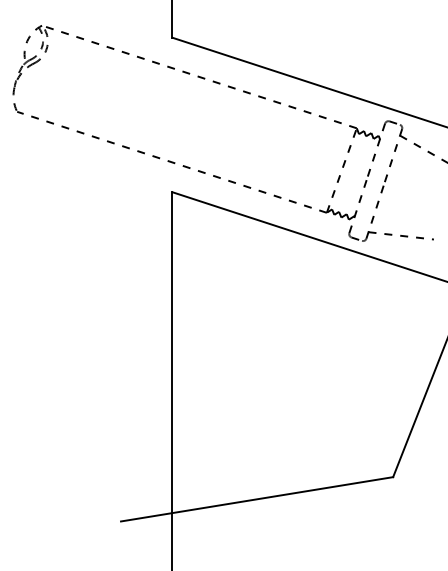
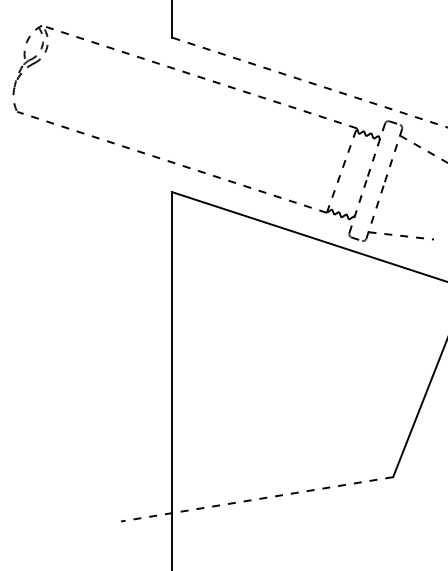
line at (310, 82): solid -> dashed
line at (257, 499): solid -> dashed
